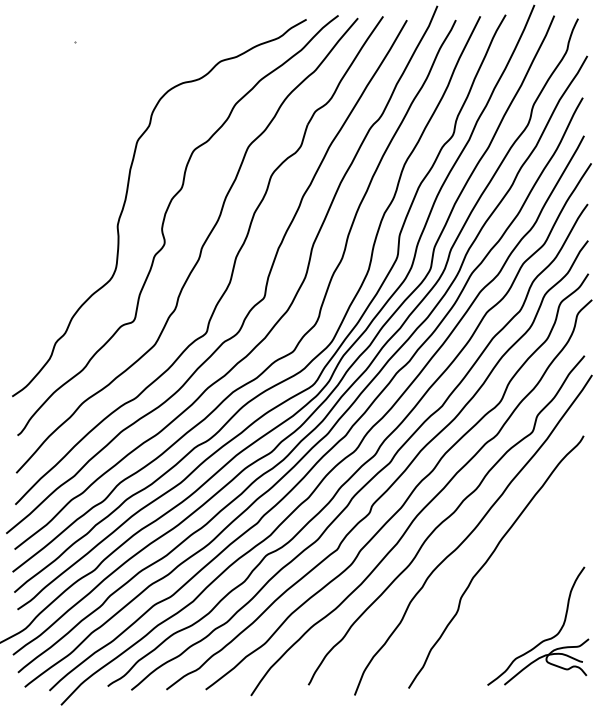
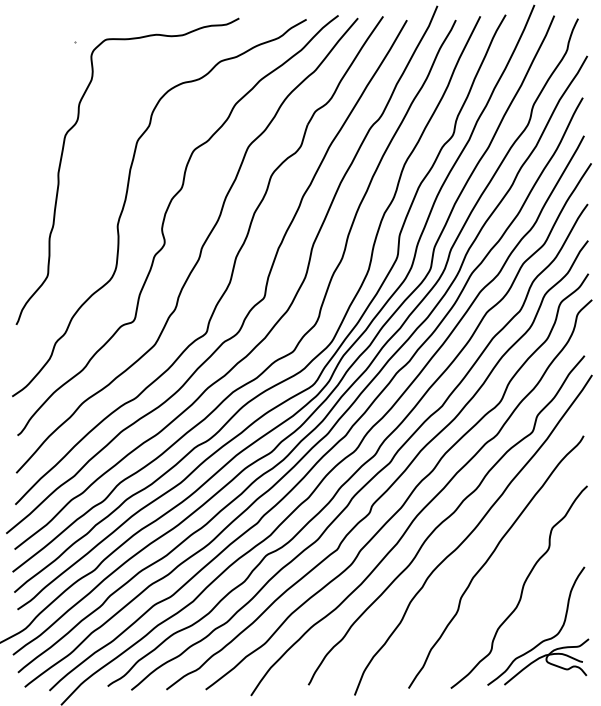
curve at (62, 158): none -> present
curve at (521, 588): none -> present
